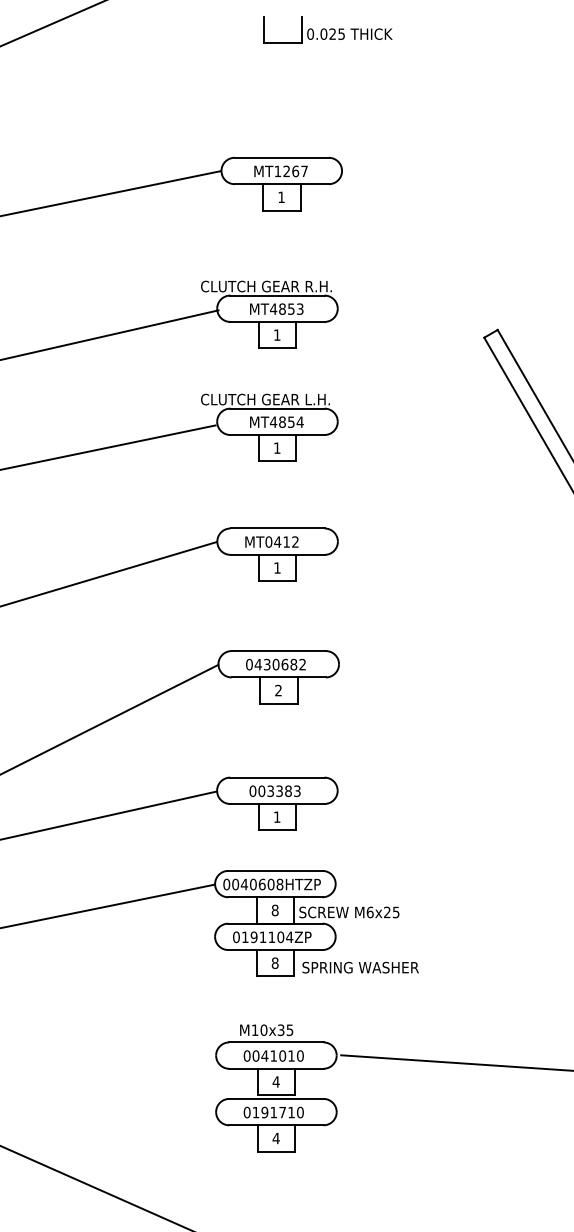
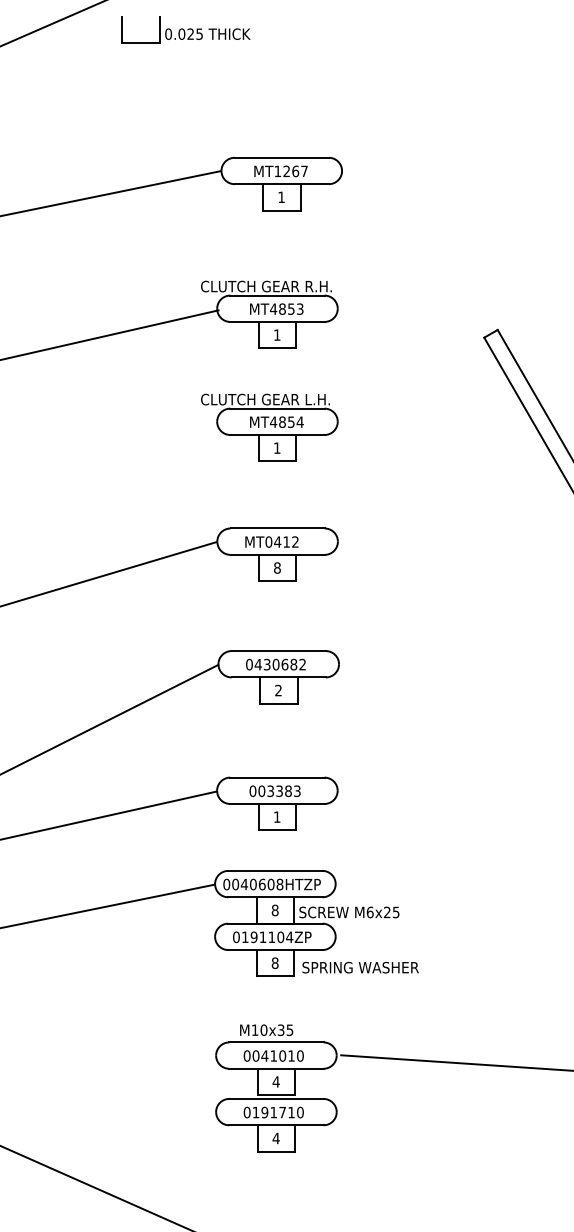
part at (327, 29) position: (327, 29) -> (185, 29)
line at (108, 447): present -> none
text at (277, 567): 1 -> 8
